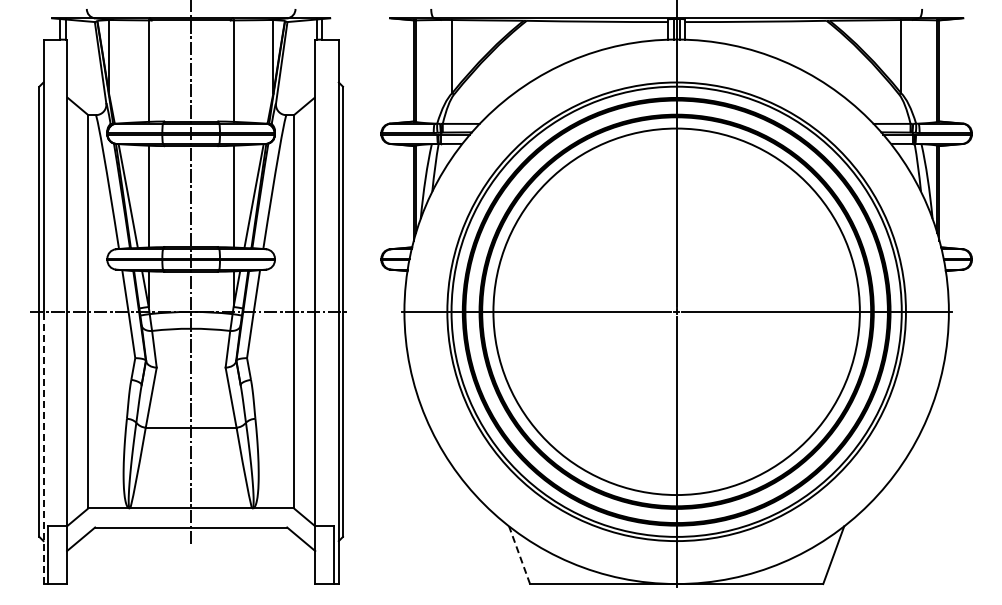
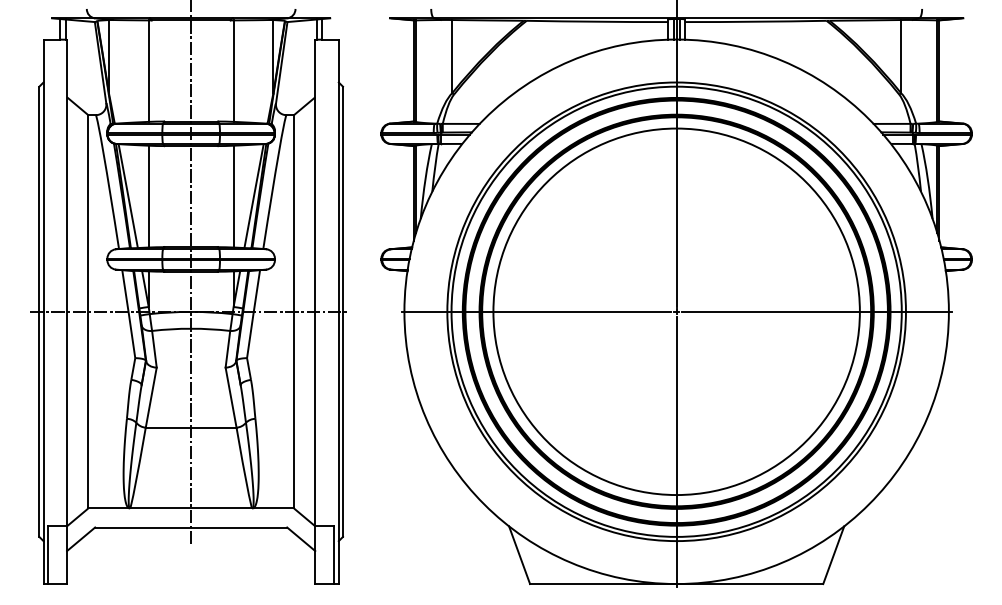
line at (43, 447): dashed -> solid
line at (519, 555): dashed -> solid
